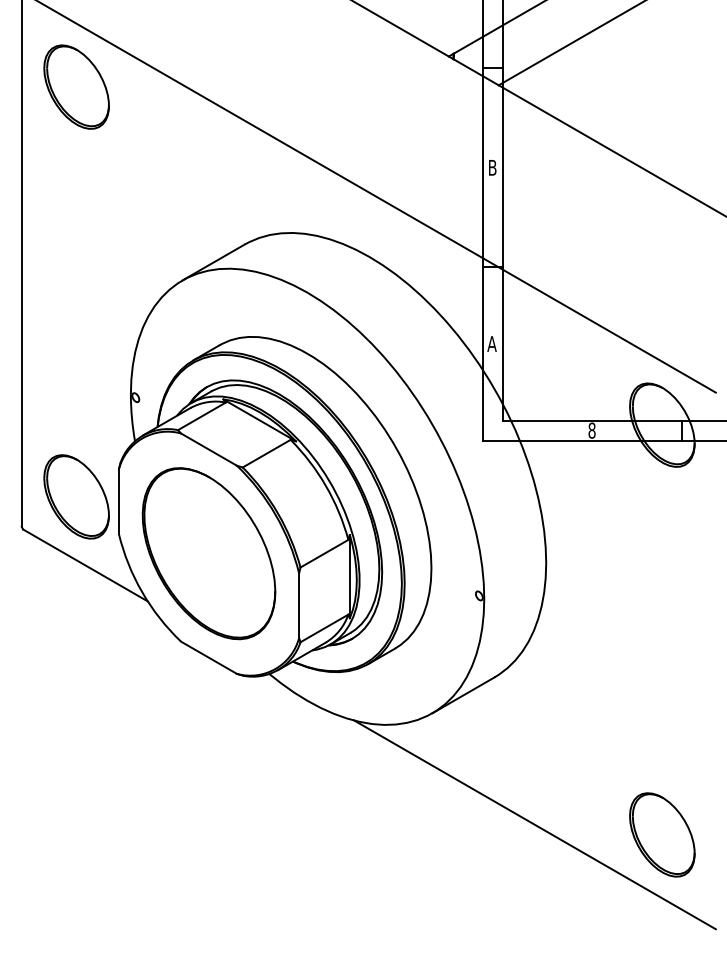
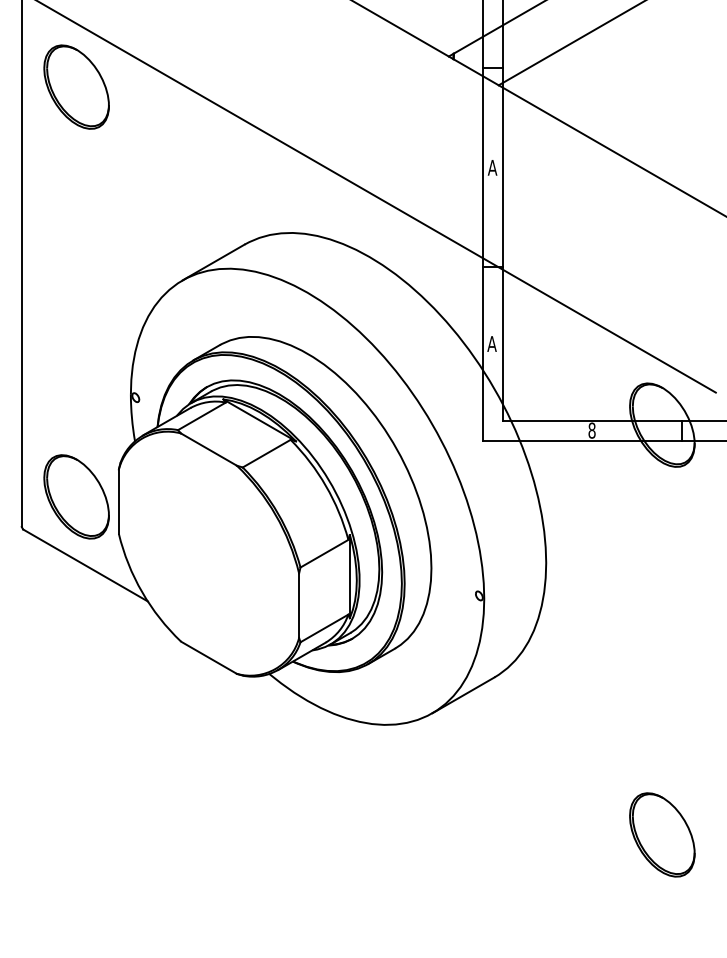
text at (492, 167): B -> A
part at (208, 553): present -> none
line at (534, 824): present -> none
